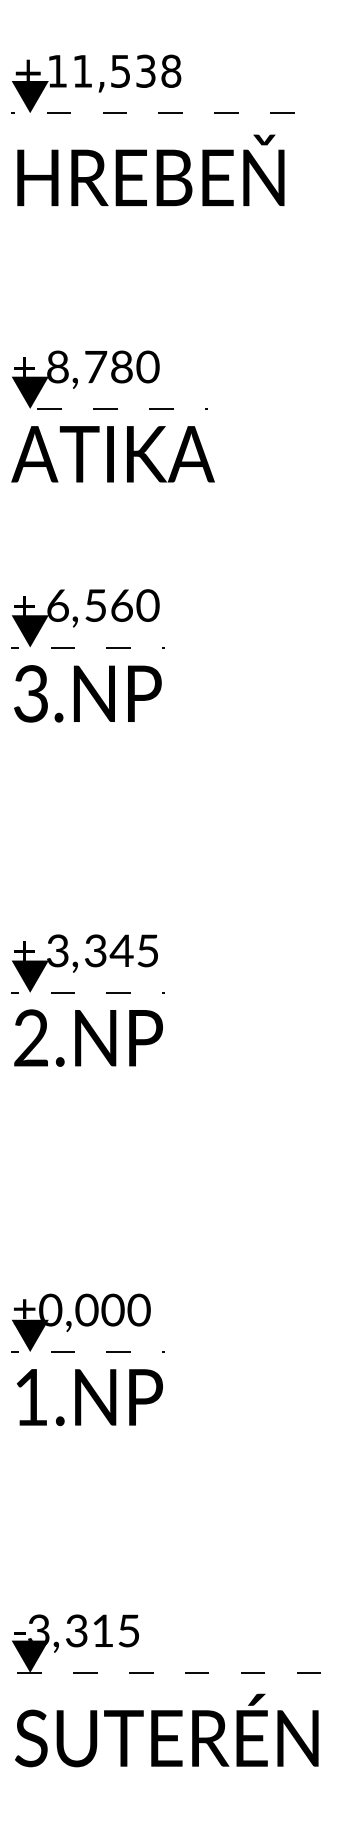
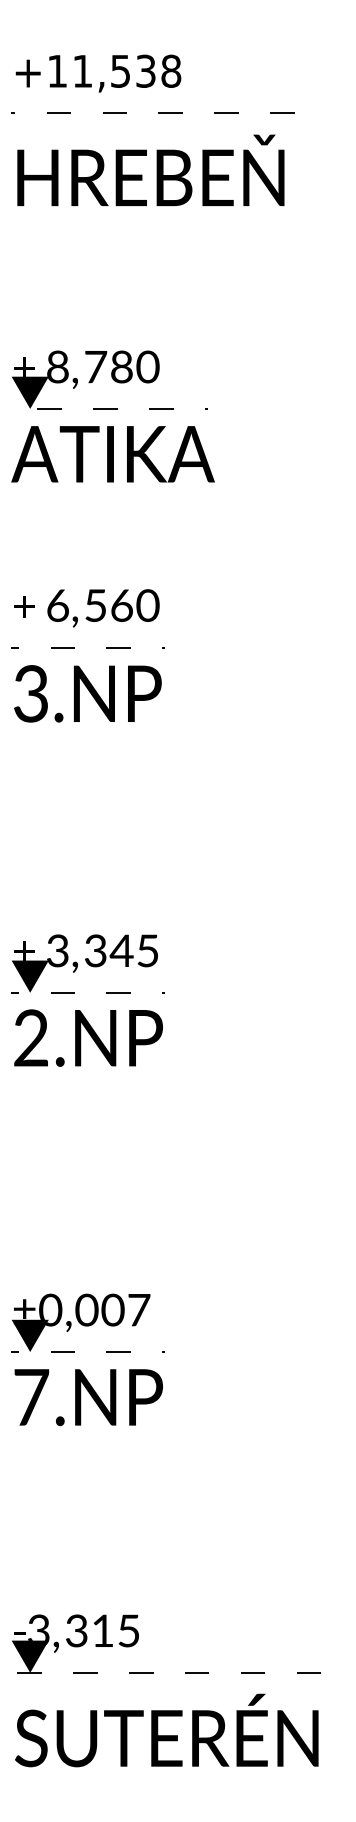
fill at (29, 97): present -> none
fill at (29, 631): present -> none
text at (138, 1309): ±0,000 -> ±0,007
text at (31, 1397): 1.NP -> 7.NP
